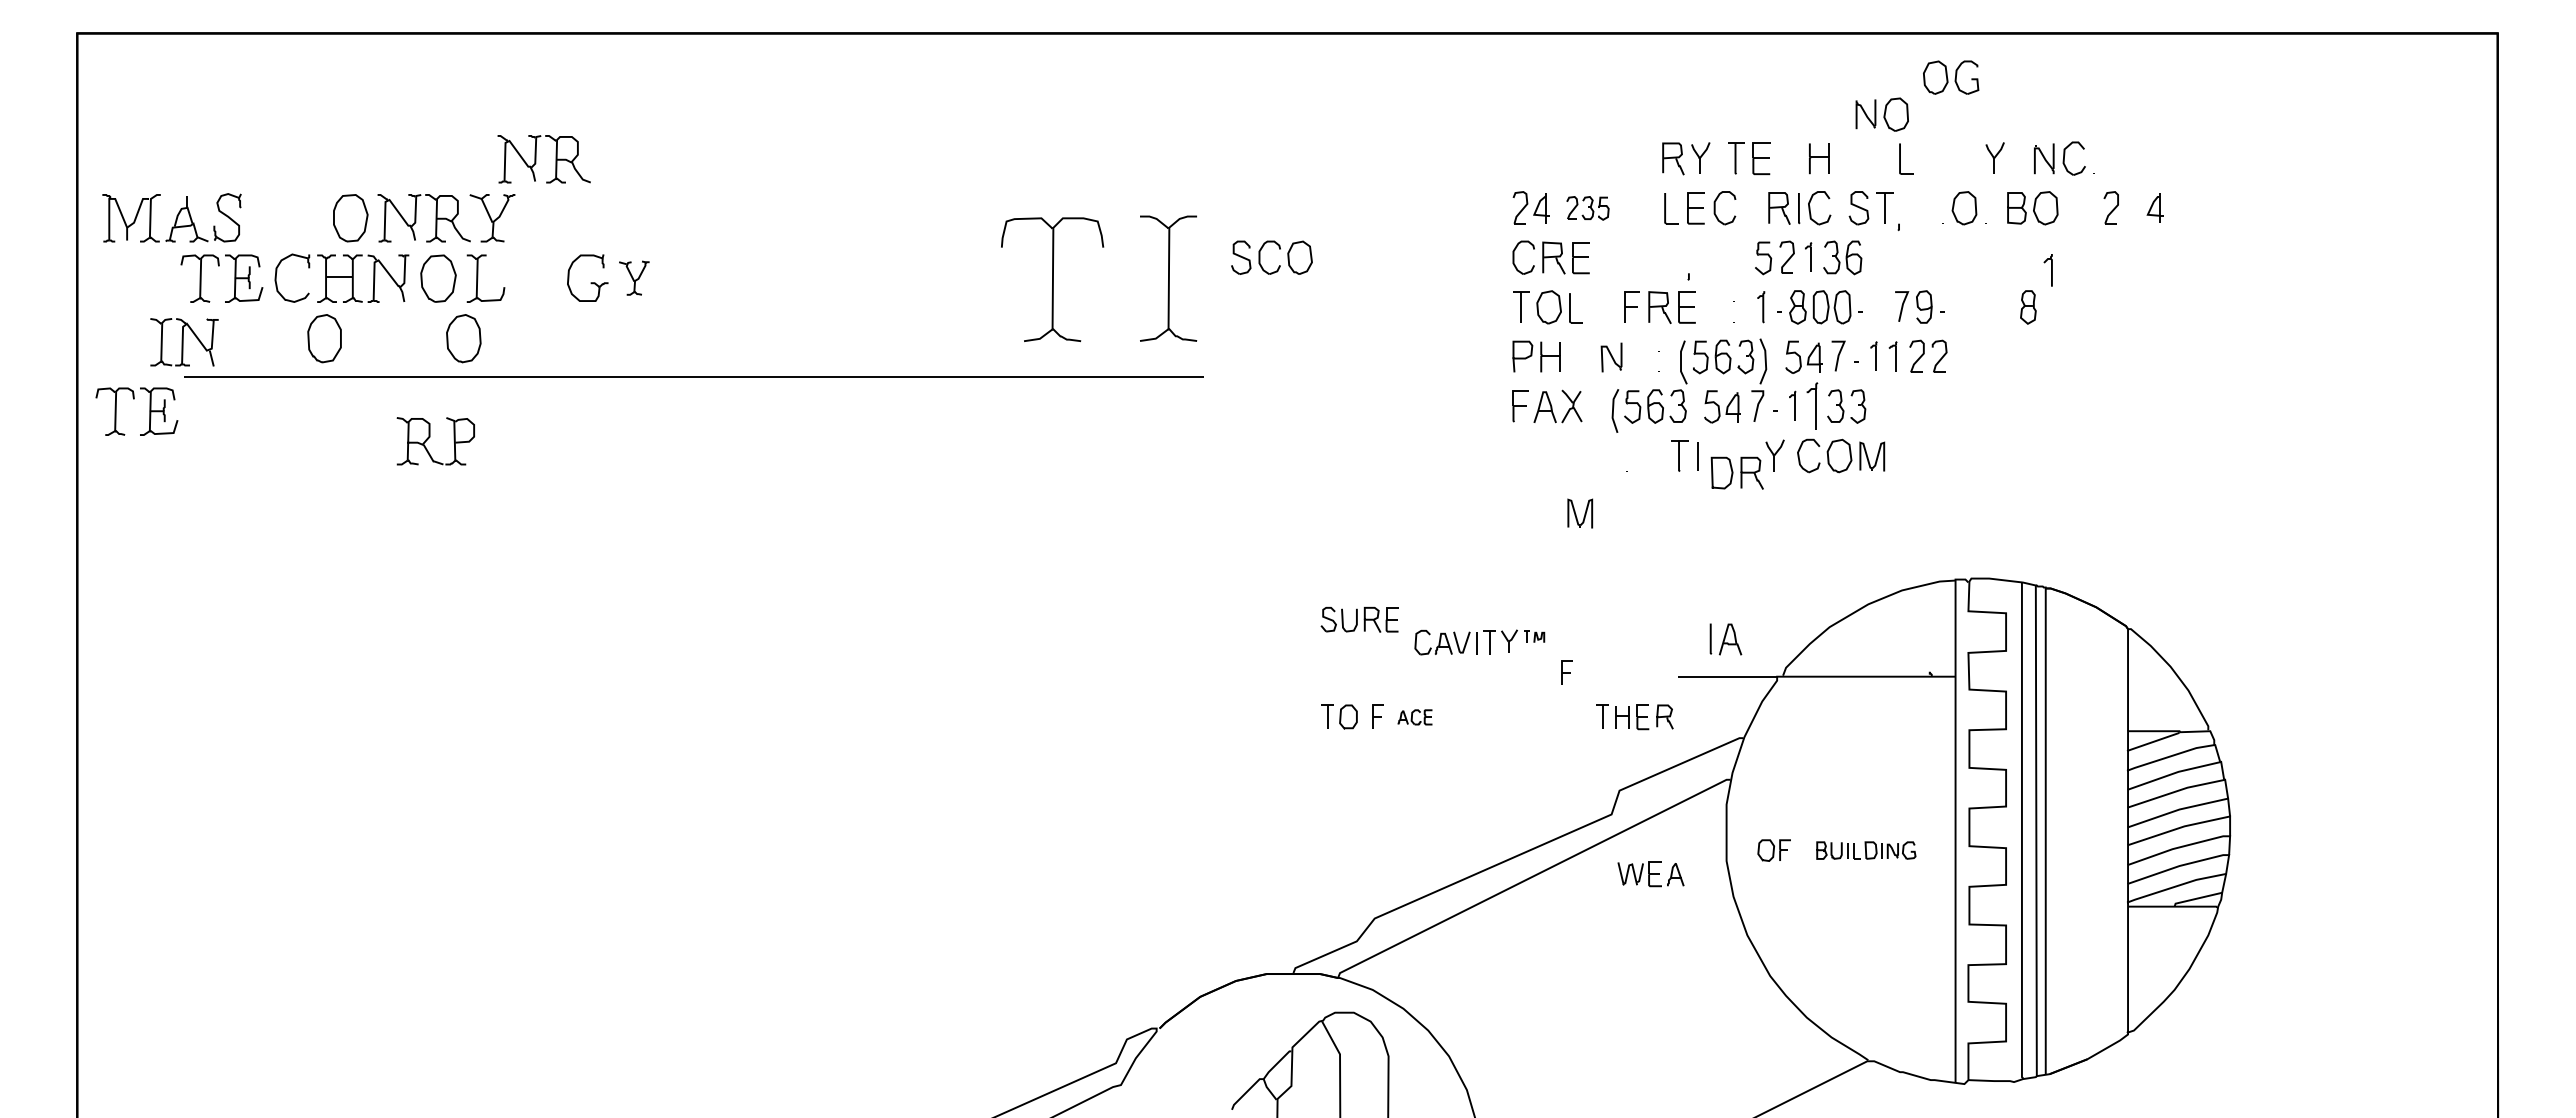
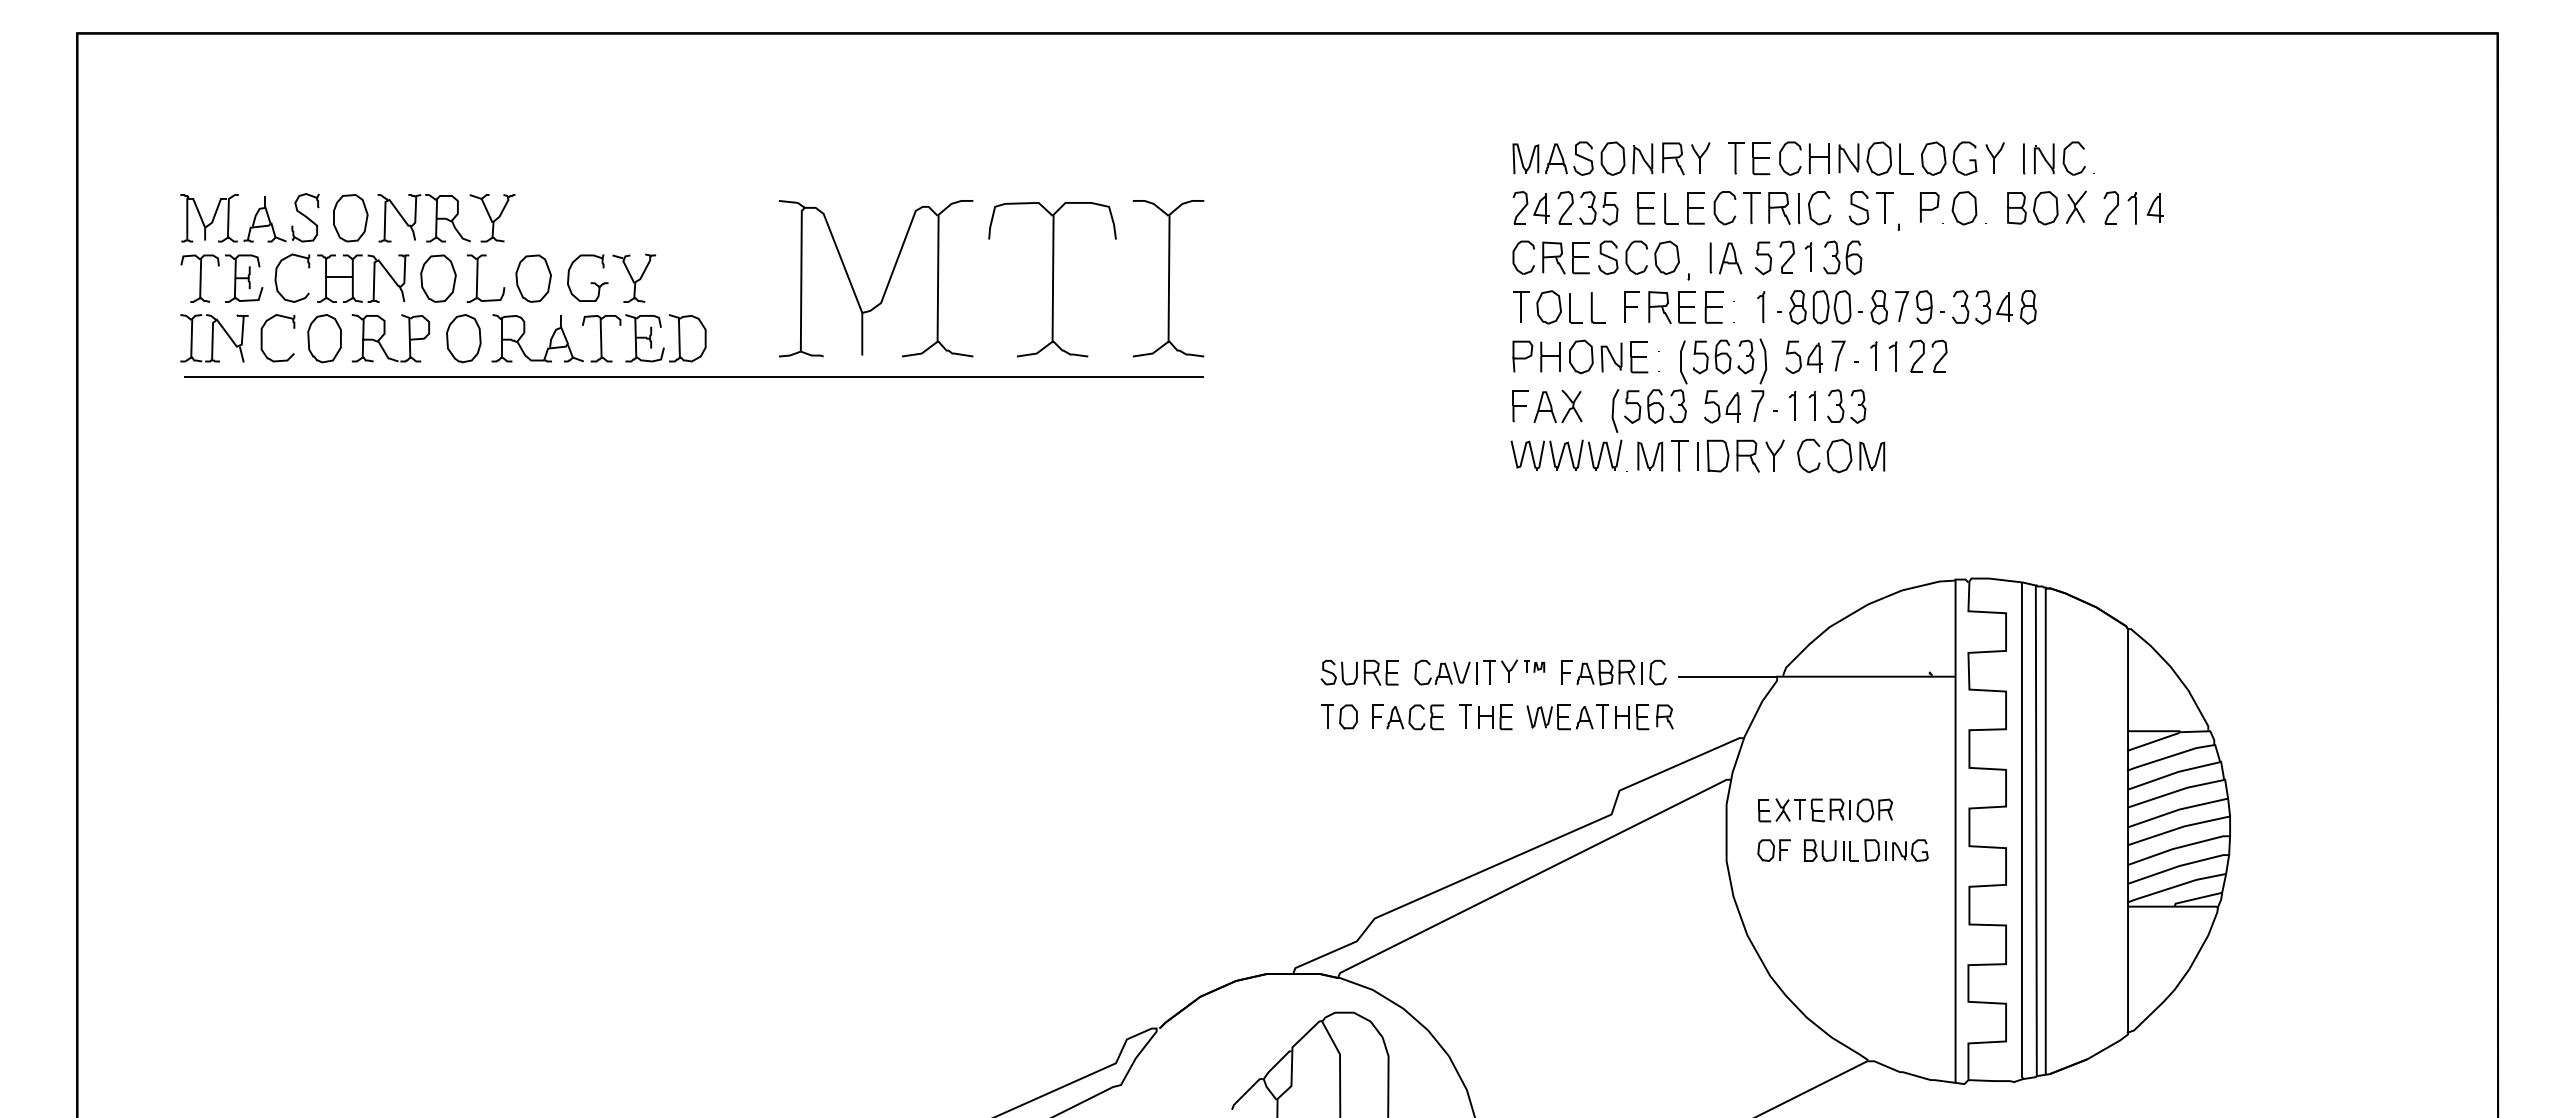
part at (1951, 77) position: (1951, 77) -> (1949, 158)
part at (1881, 114) position: (1881, 114) -> (1864, 158)
part at (1582, 158): none -> present
part at (1780, 158): none -> present
line at (2024, 158): none -> present
part at (536, 159): present -> none
part at (2076, 206): none -> present
part at (1587, 208) size: 44x25 px -> 62x35 px
part at (1646, 208): none -> present
part at (1751, 208): none -> present
curve at (1929, 209): none -> present
part at (171, 217) position: (171, 217) -> (249, 217)
part at (1260, 257) position: (1260, 257) -> (1627, 257)
part at (2047, 270) position: (2047, 270) -> (2131, 208)
part at (634, 277) size: 31x36 px -> 45x50 px
part at (533, 278): none -> present
part at (1168, 278) size: 58x127 px -> 73x158 px
part at (1052, 279) size: 104x125 px -> 129x156 px
part at (887, 282): none -> present
curve at (1878, 306): none -> present
part at (1597, 307): none -> present
part at (1713, 307): none -> present
part at (1982, 307): none -> present
part at (262, 338): none -> present
part at (598, 338): none -> present
part at (184, 342) position: (184, 342) -> (214, 338)
part at (1581, 356): none -> present
part at (1639, 357): none -> present
part at (134, 399): present -> none
part at (1812, 405) size: 13x48 px -> 9x31 px
part at (430, 437) position: (430, 437) -> (385, 334)
part at (1566, 454): none -> present
part at (1736, 472) position: (1736, 472) -> (1732, 455)
part at (1580, 513) position: (1580, 513) -> (1650, 456)
part at (1359, 619) position: (1359, 619) -> (1359, 672)
part at (1725, 639) position: (1725, 639) -> (1725, 258)
part at (1479, 642) position: (1479, 642) -> (1479, 672)
part at (1621, 672): none -> present
part at (1414, 717) size: 36x17 px -> 58x27 px
part at (1485, 717): none -> present
part at (1825, 810): none -> present
part at (1866, 850) size: 101x19 px -> 125x23 px
part at (1650, 874) position: (1650, 874) -> (1559, 717)
